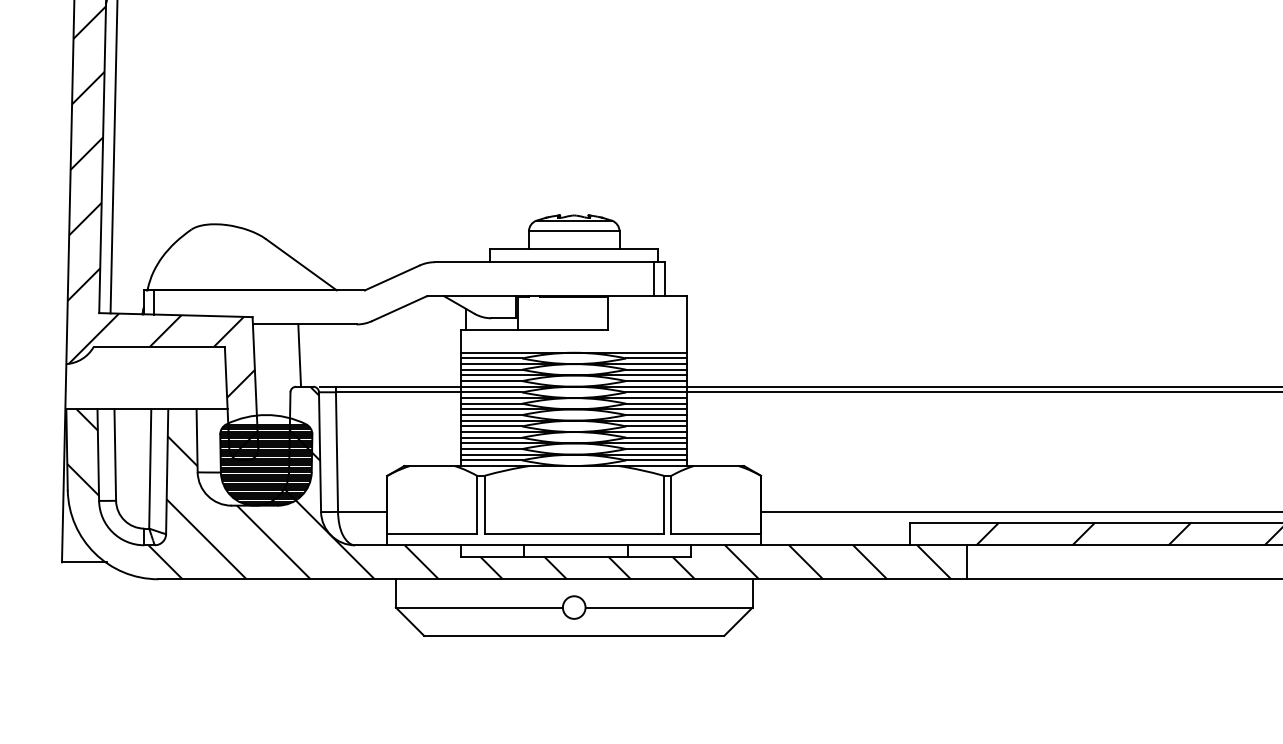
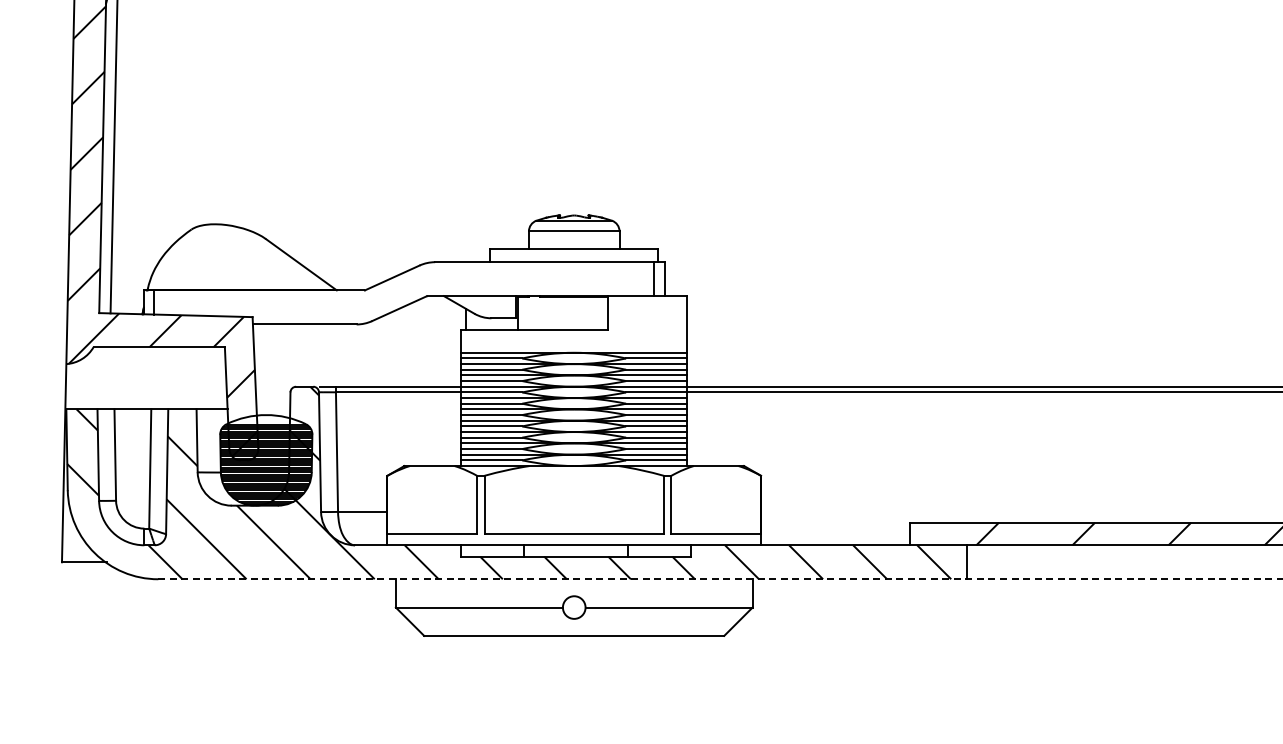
line at (299, 355): present -> none
line at (1020, 511): present -> none
line at (720, 579): solid -> dashed
